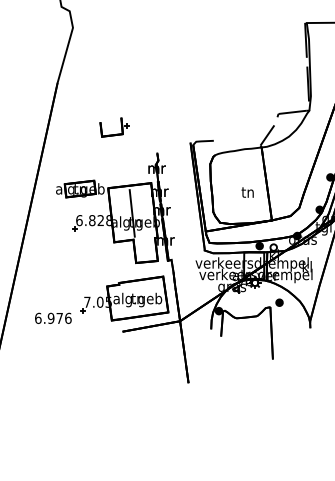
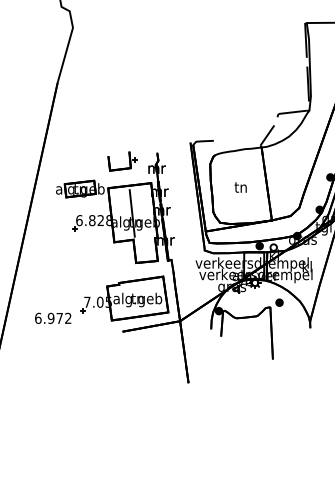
part at (116, 133) position: (116, 133) -> (124, 167)
text at (247, 192) position: (247, 192) -> (240, 187)
text at (68, 317): 6.976 -> 6.972
